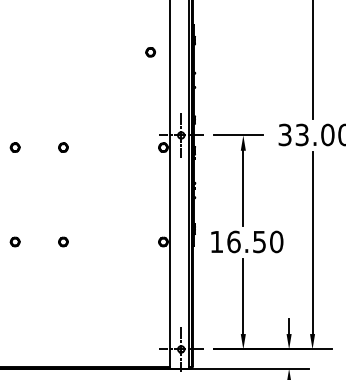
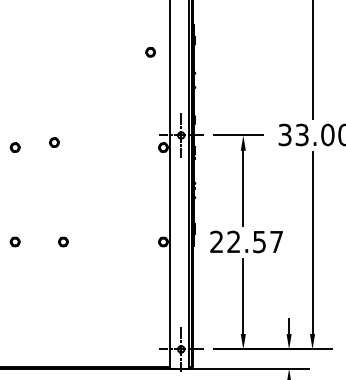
part at (63, 147) position: (63, 147) -> (54, 142)
text at (246, 241): 16.50 -> 22.57
